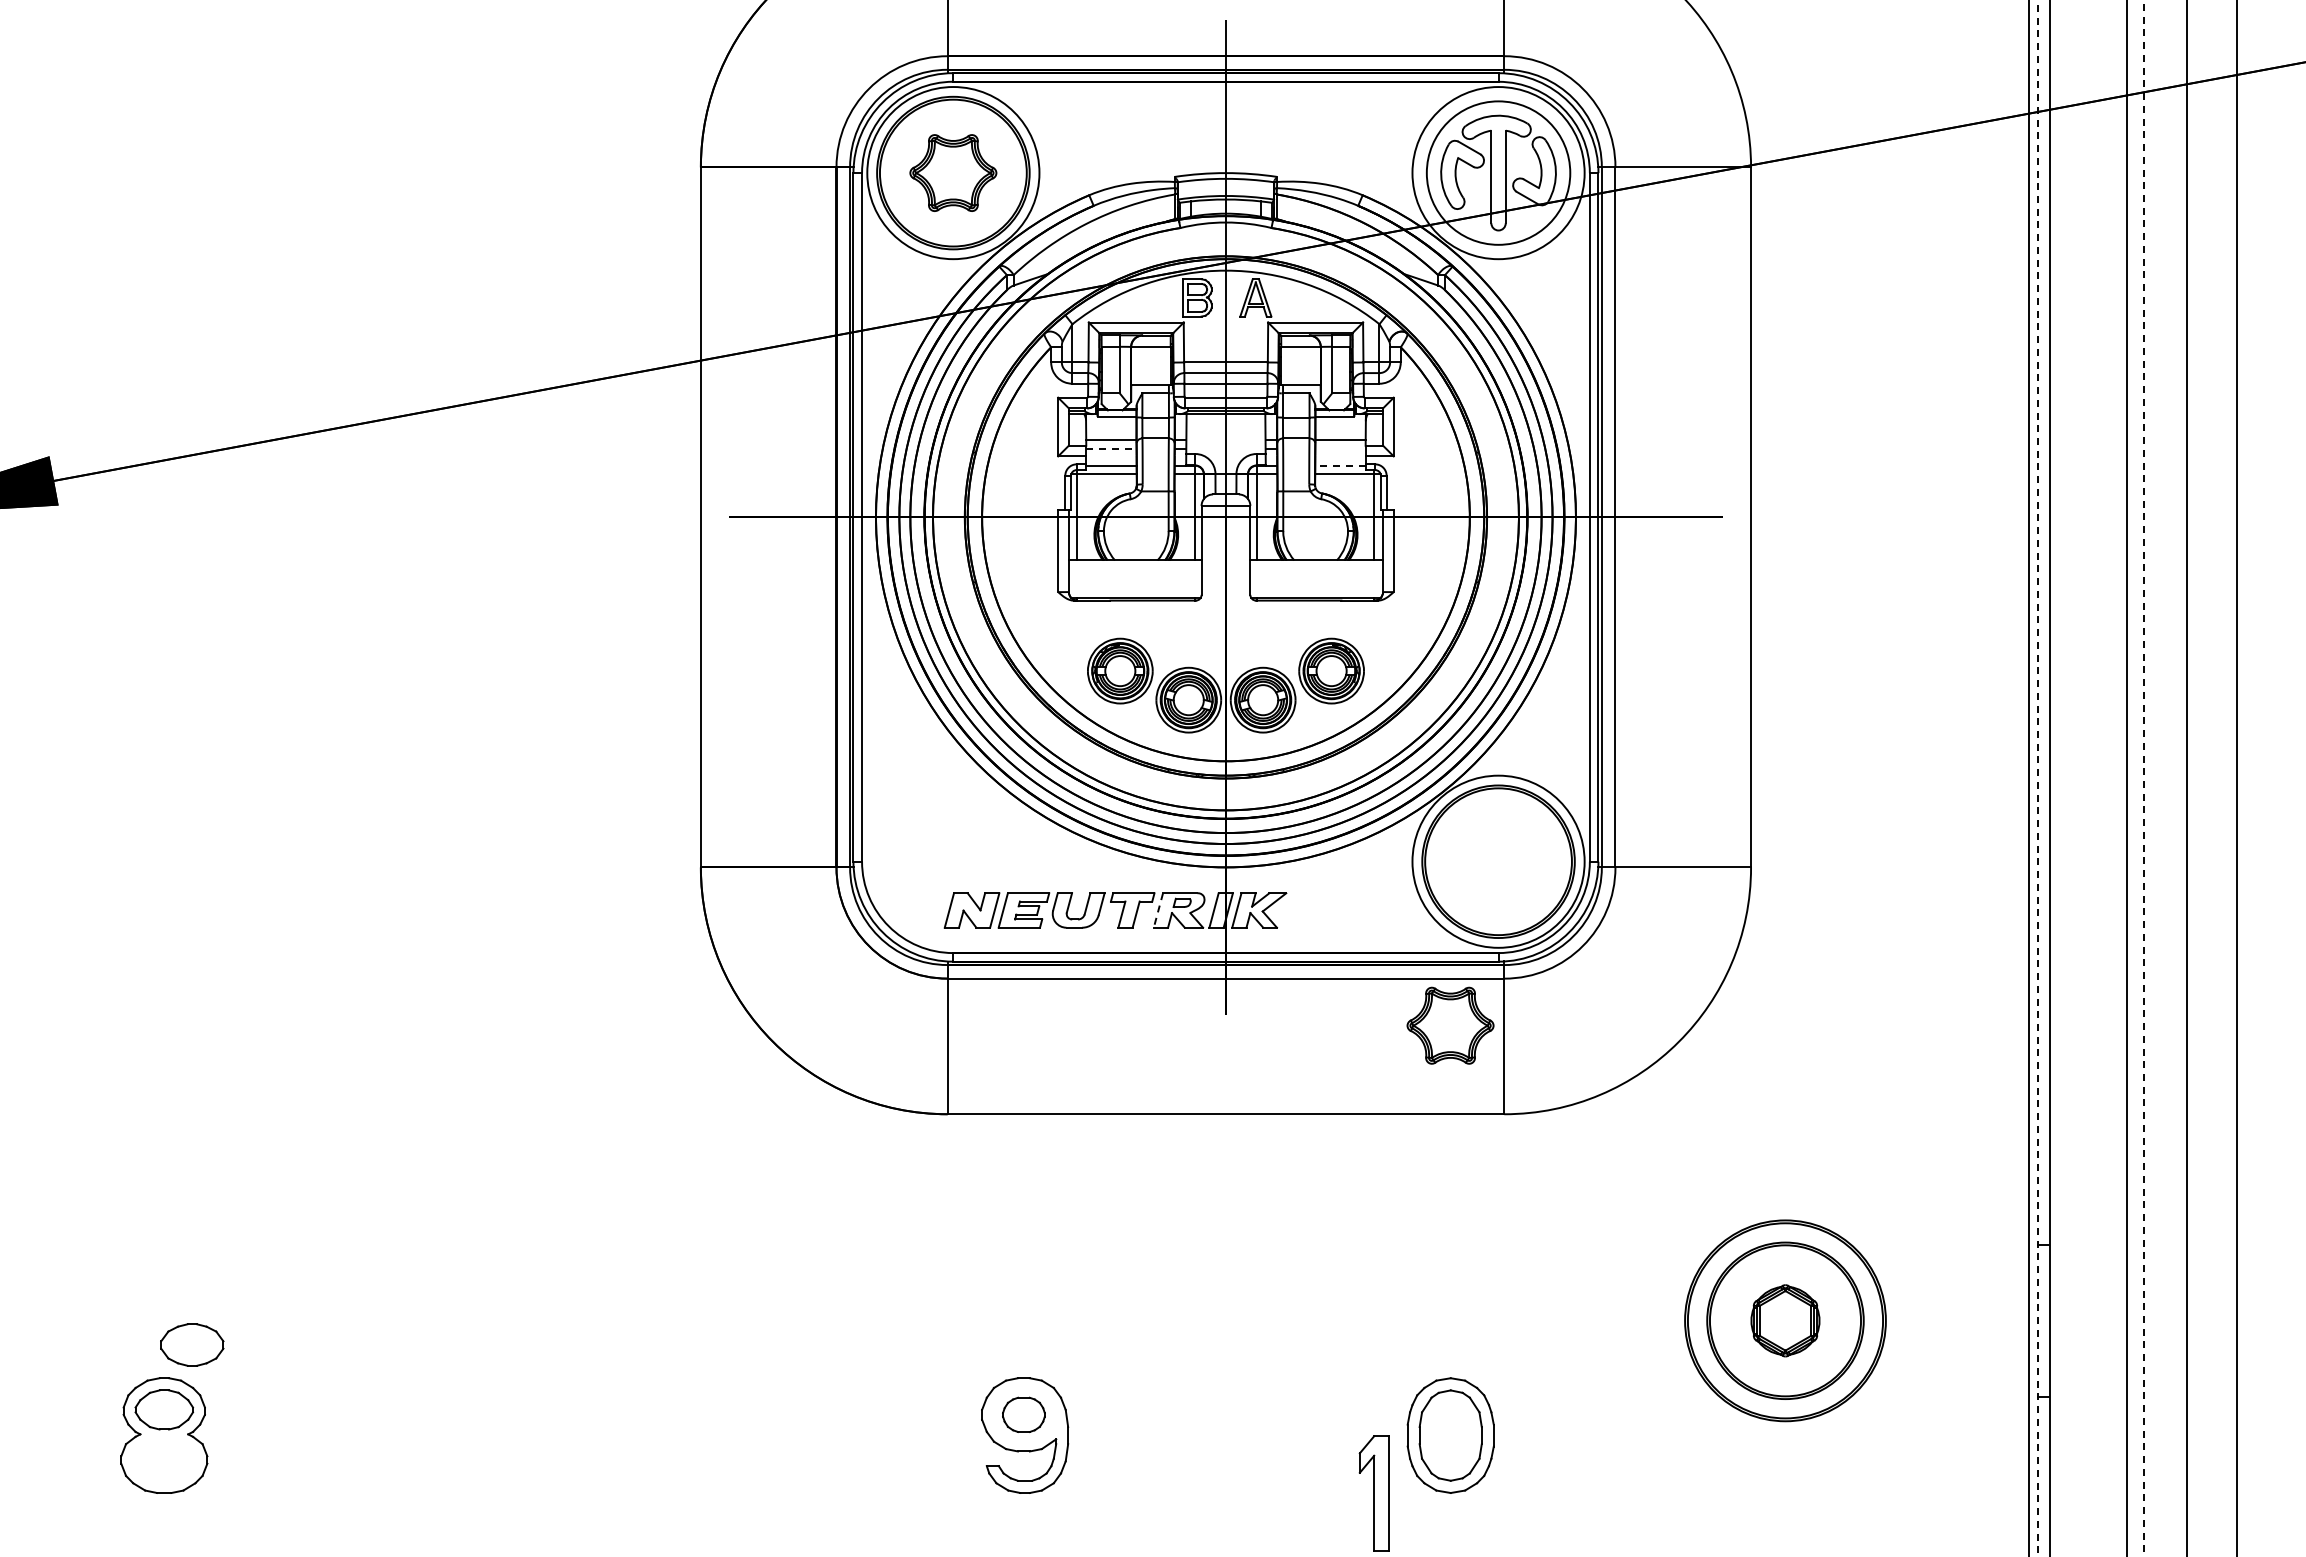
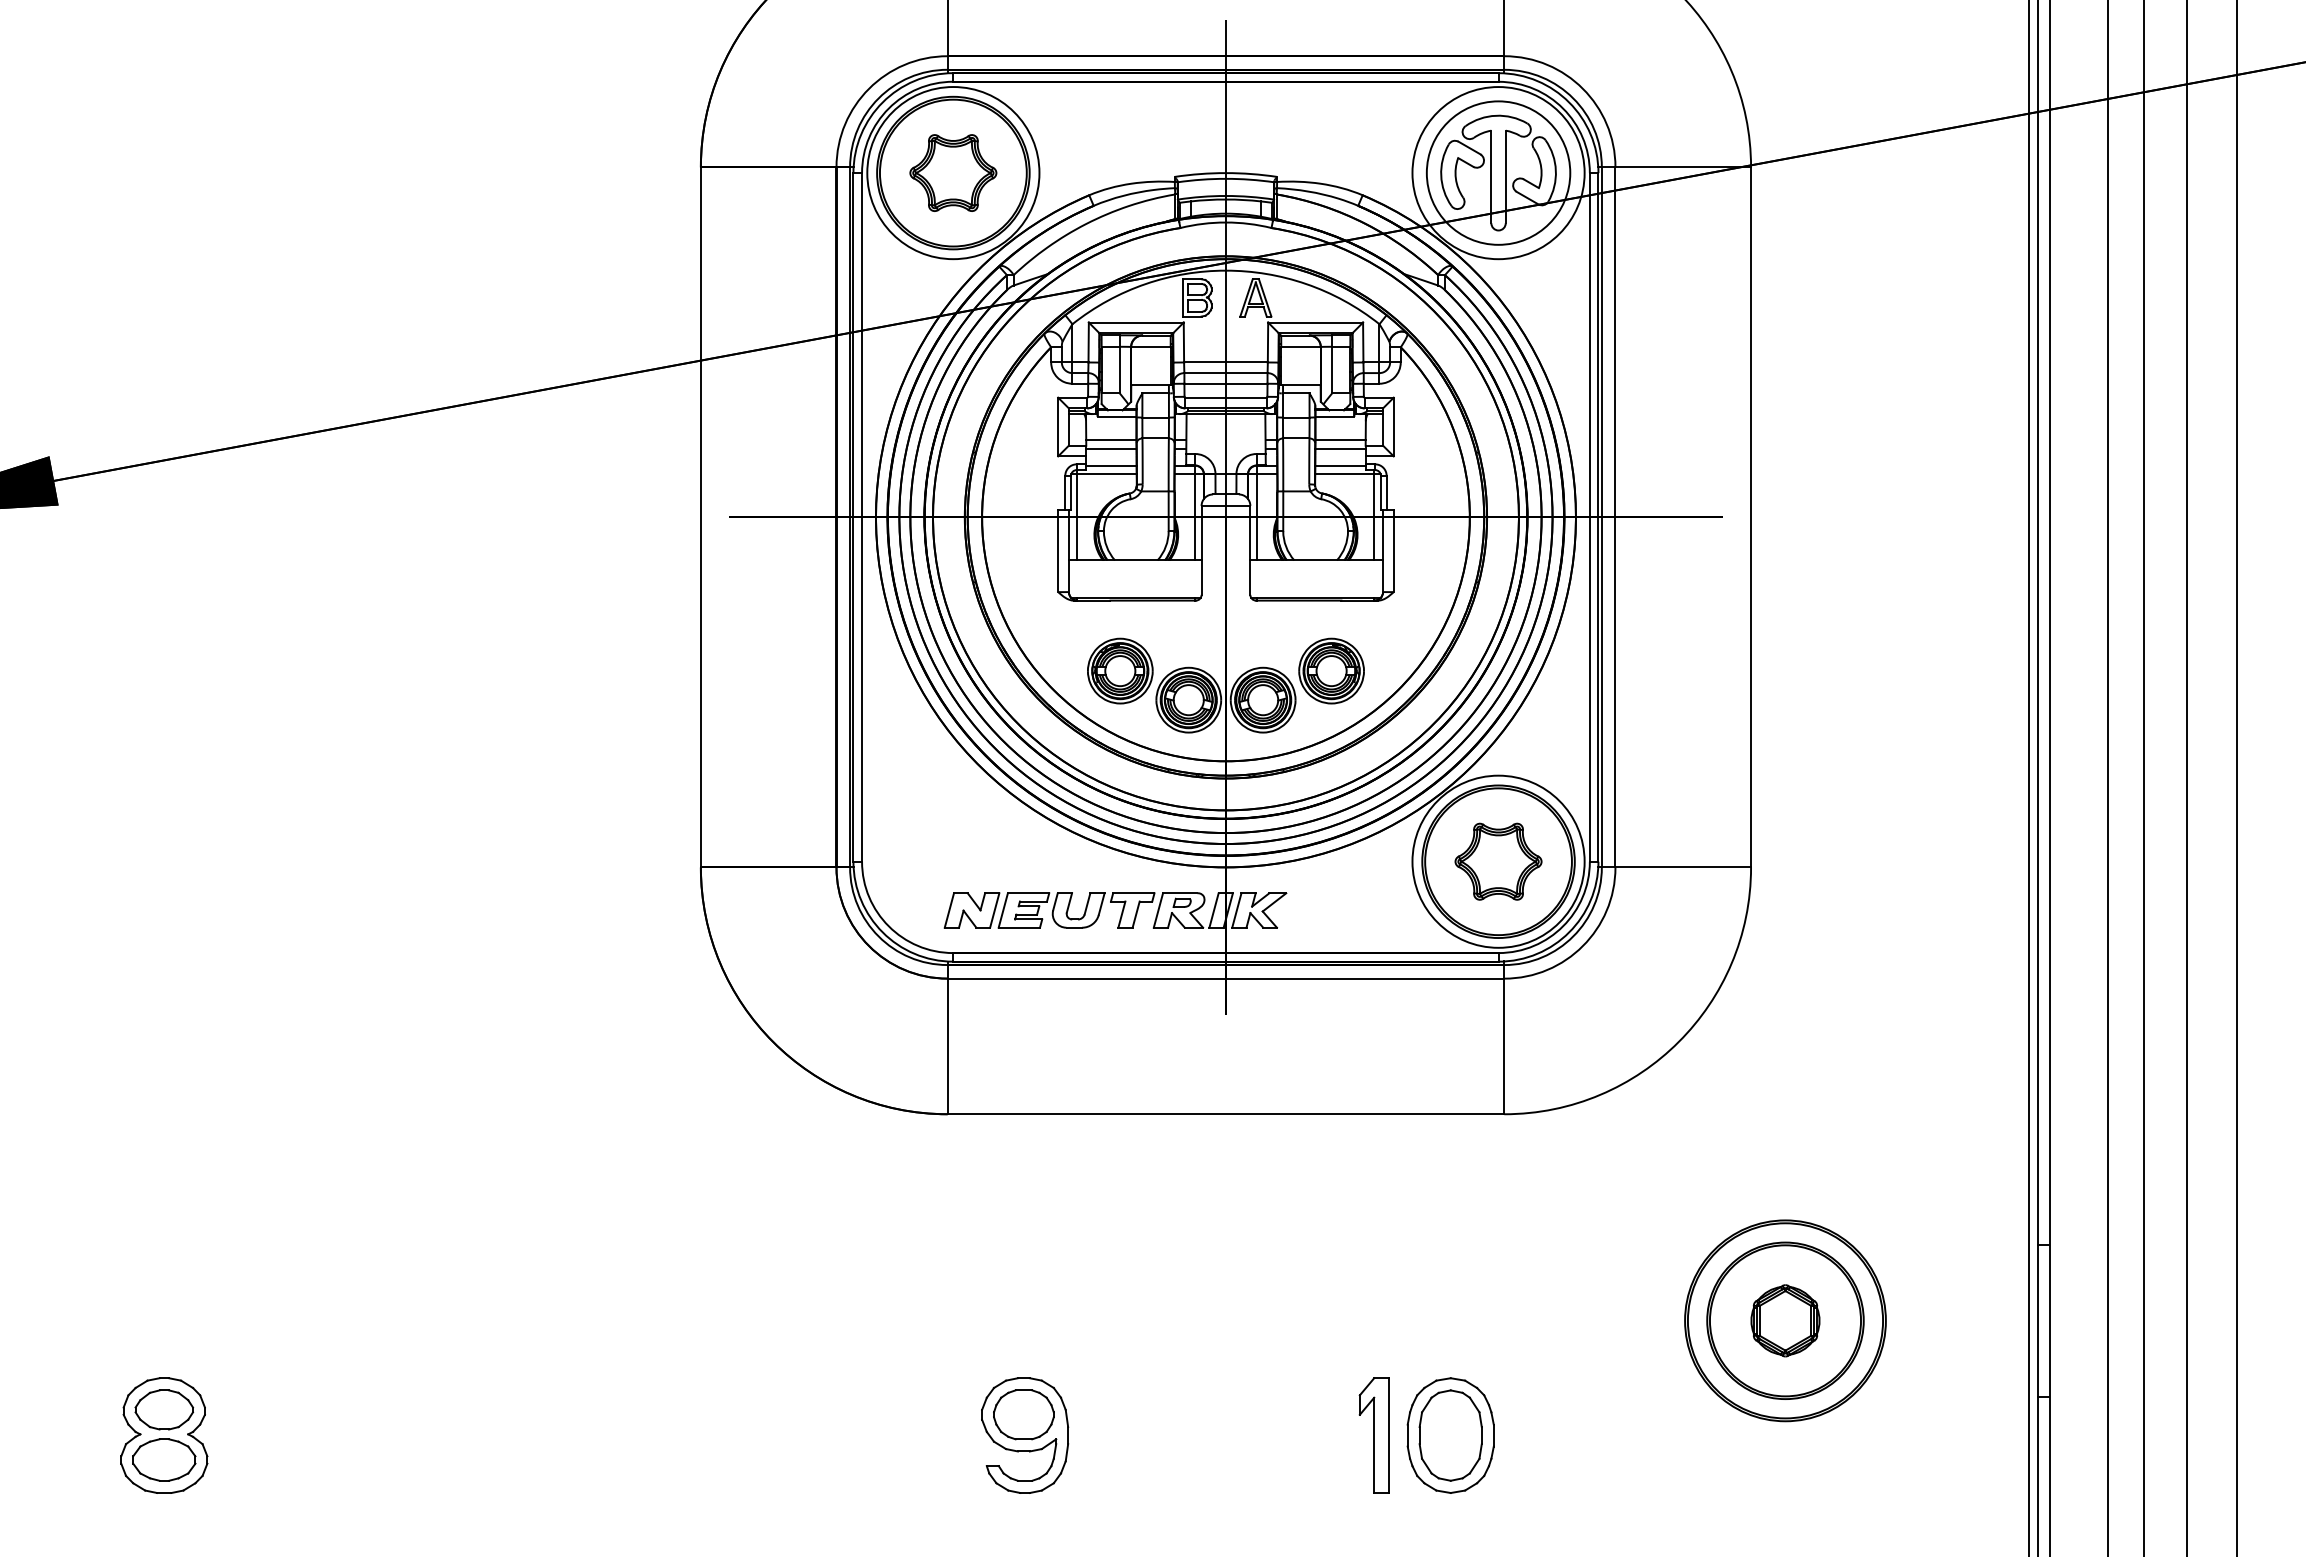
line at (1111, 448): dashed -> solid
line at (1340, 448): none -> present
line at (1339, 465): dashed -> solid
line at (2126, 777) position: (2126, 777) -> (2107, 777)
line at (2037, 778): dashed -> solid
line at (2143, 778): dashed -> solid
line at (1158, 910): dashed -> solid
part at (1450, 1025) position: (1450, 1025) -> (1498, 861)
part at (192, 1344) position: (192, 1344) -> (164, 1459)
part at (1023, 1414) size: 44x37 px -> 62x52 px
part at (1373, 1493) position: (1373, 1493) -> (1373, 1435)
